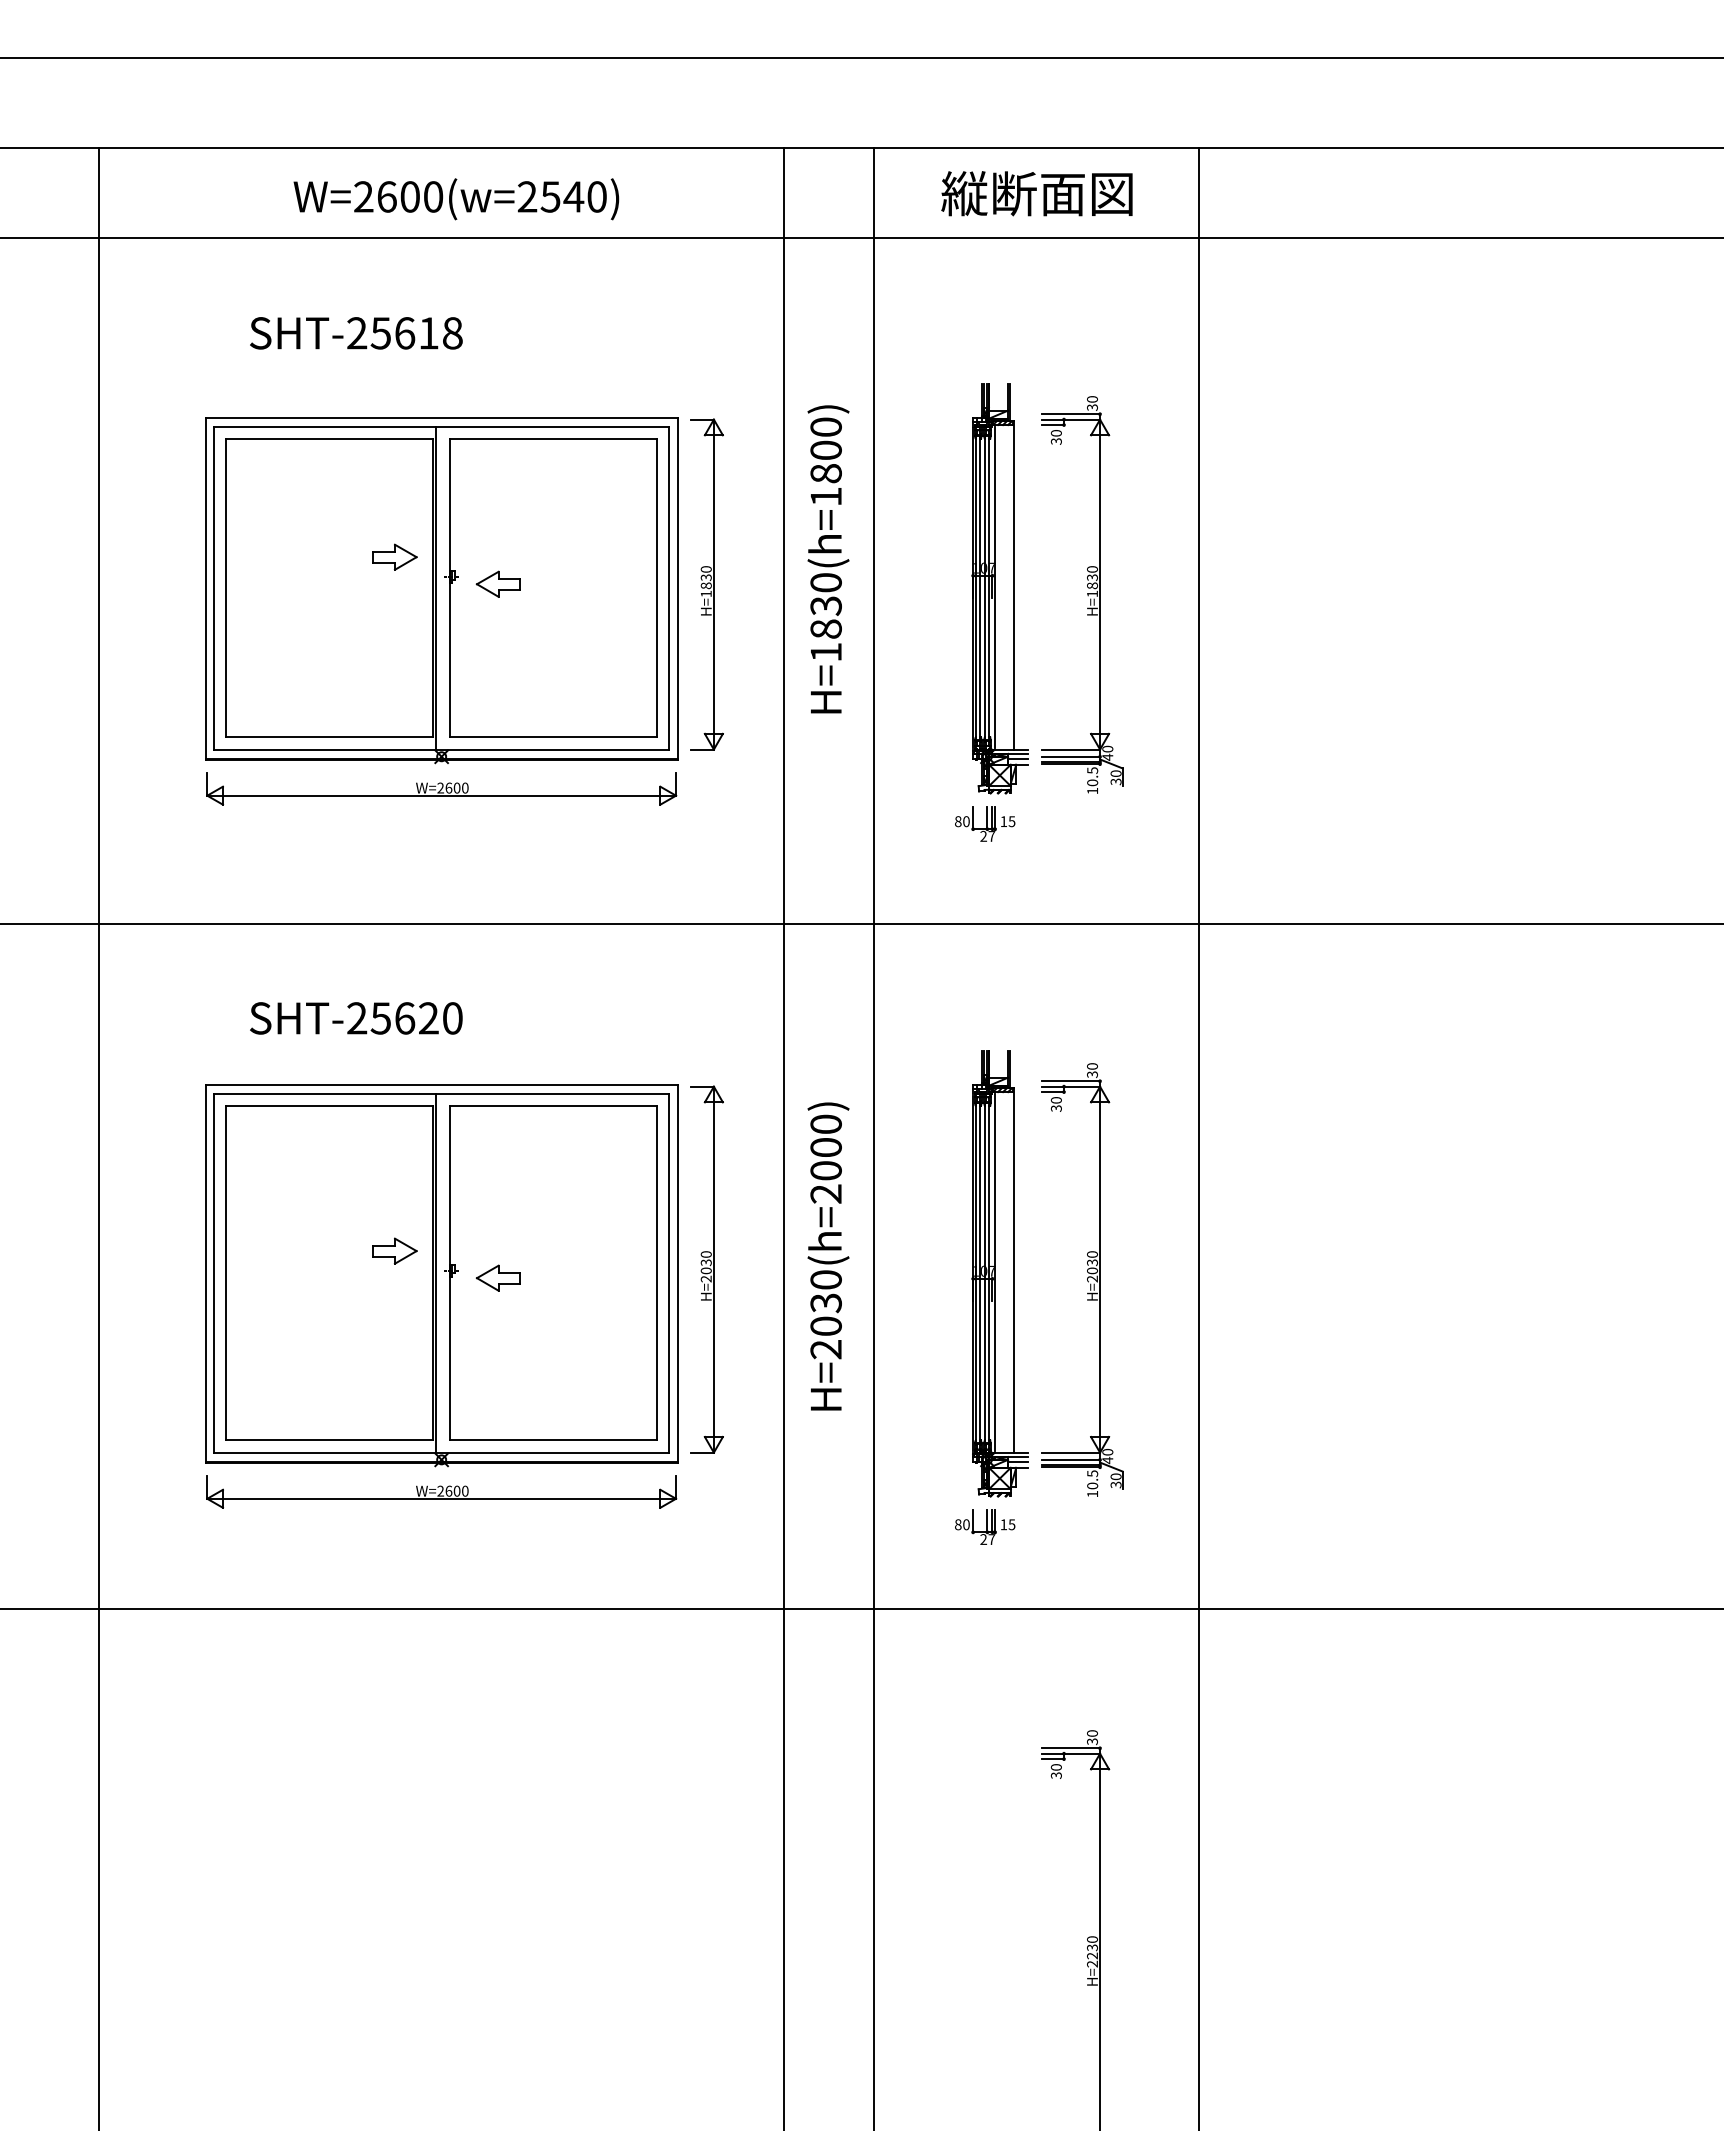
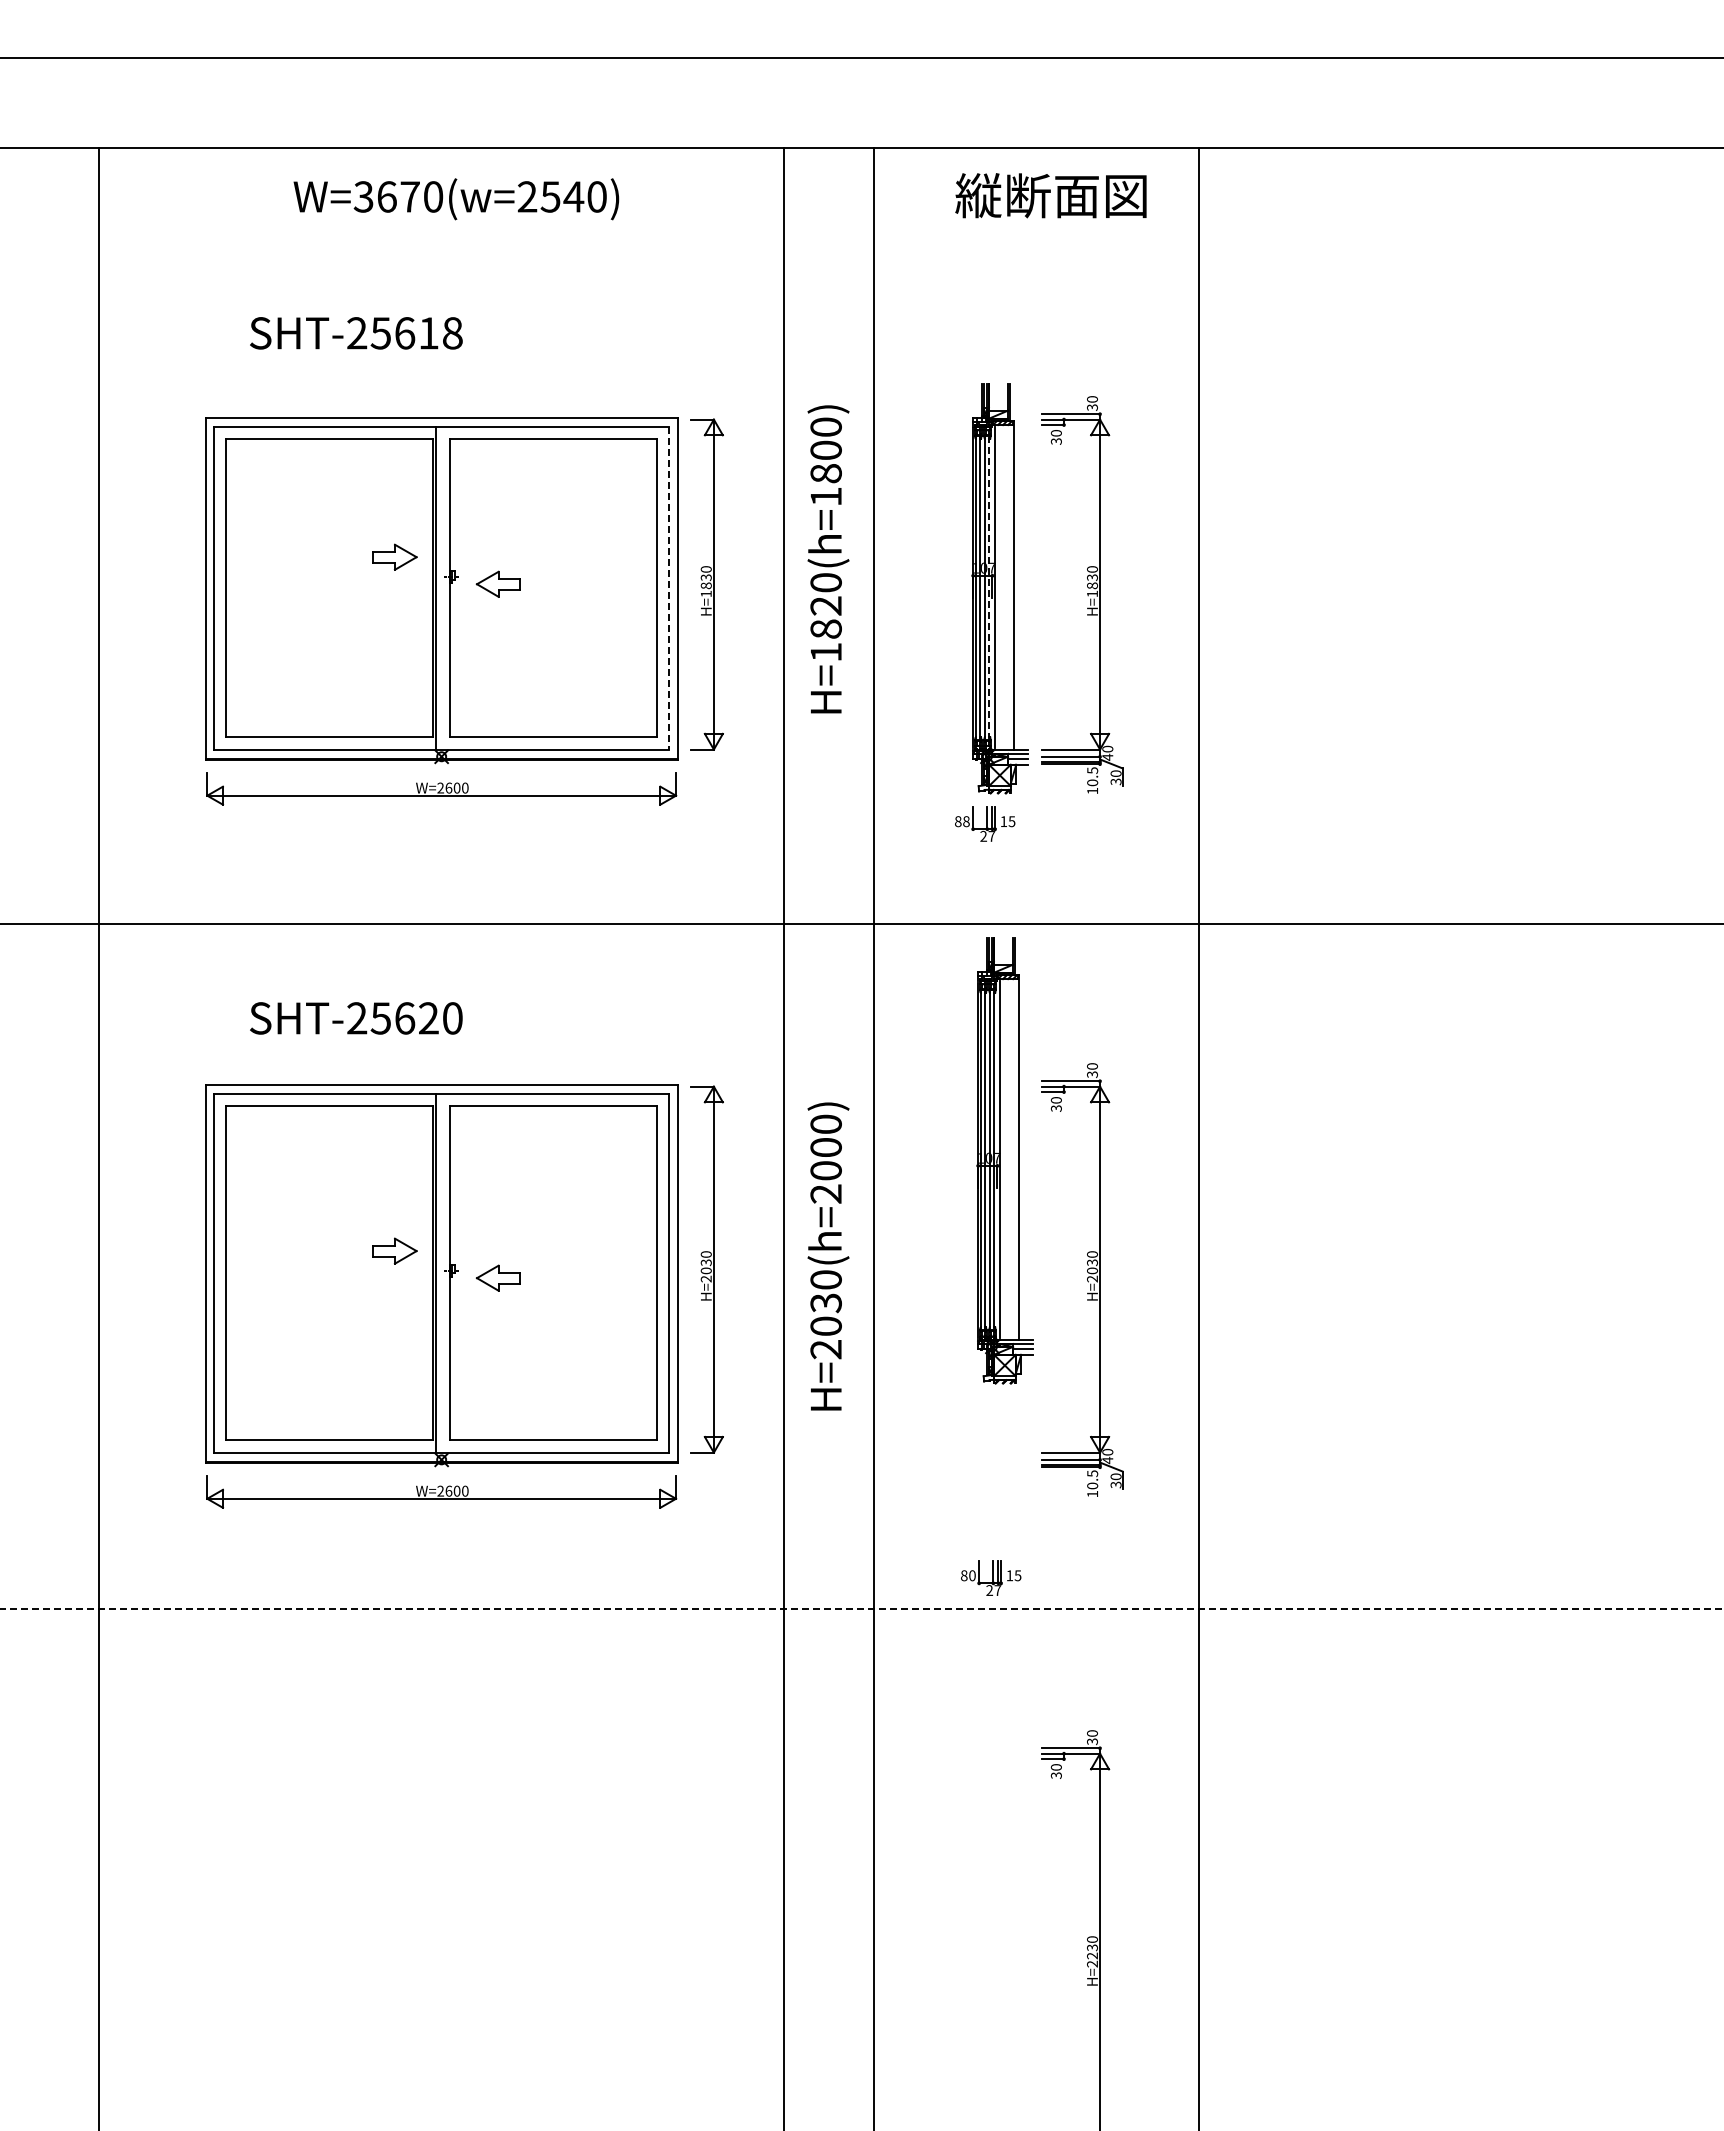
text at (1036, 193) position: (1036, 193) -> (1050, 195)
text at (386, 196): W=2600(w=2540) -> W=3670(w=2540)
line at (861, 238): present -> none
line at (669, 588): solid -> dashed
line at (989, 588): solid -> dashed
text at (825, 606): H=1830(h=1800) -> H=1820(h=1800)
text at (966, 821): 80 -> 88
part at (999, 1273) position: (999, 1273) -> (1004, 1160)
part at (985, 1526) position: (985, 1526) -> (991, 1577)
line at (862, 1608): solid -> dashed
